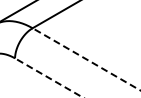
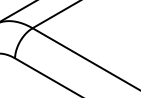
line at (86, 59): dashed -> solid
line at (48, 77): dashed -> solid
